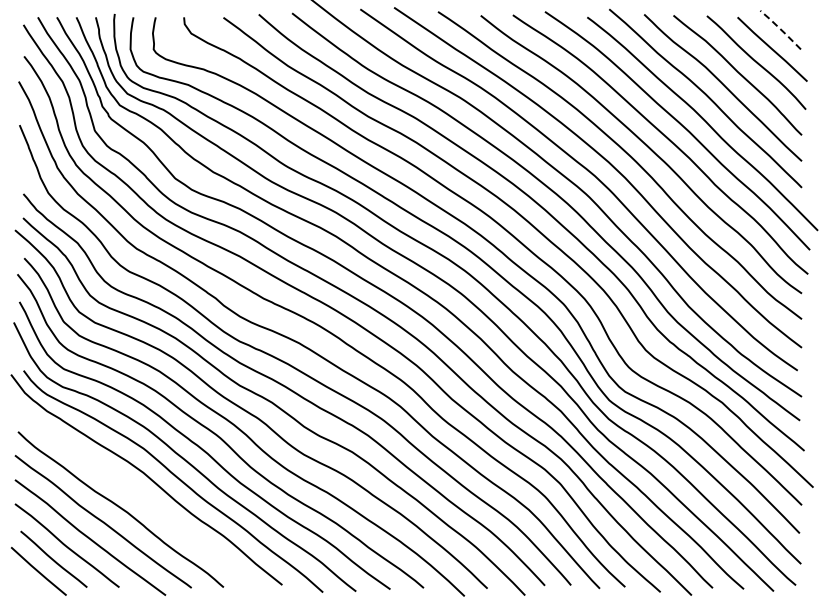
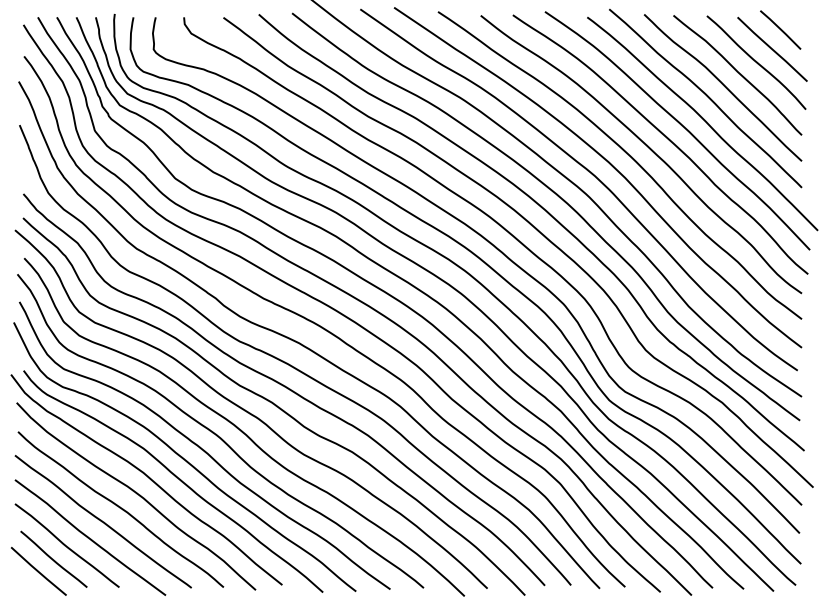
line at (781, 29): dashed -> solid
curve at (136, 494): none -> present
